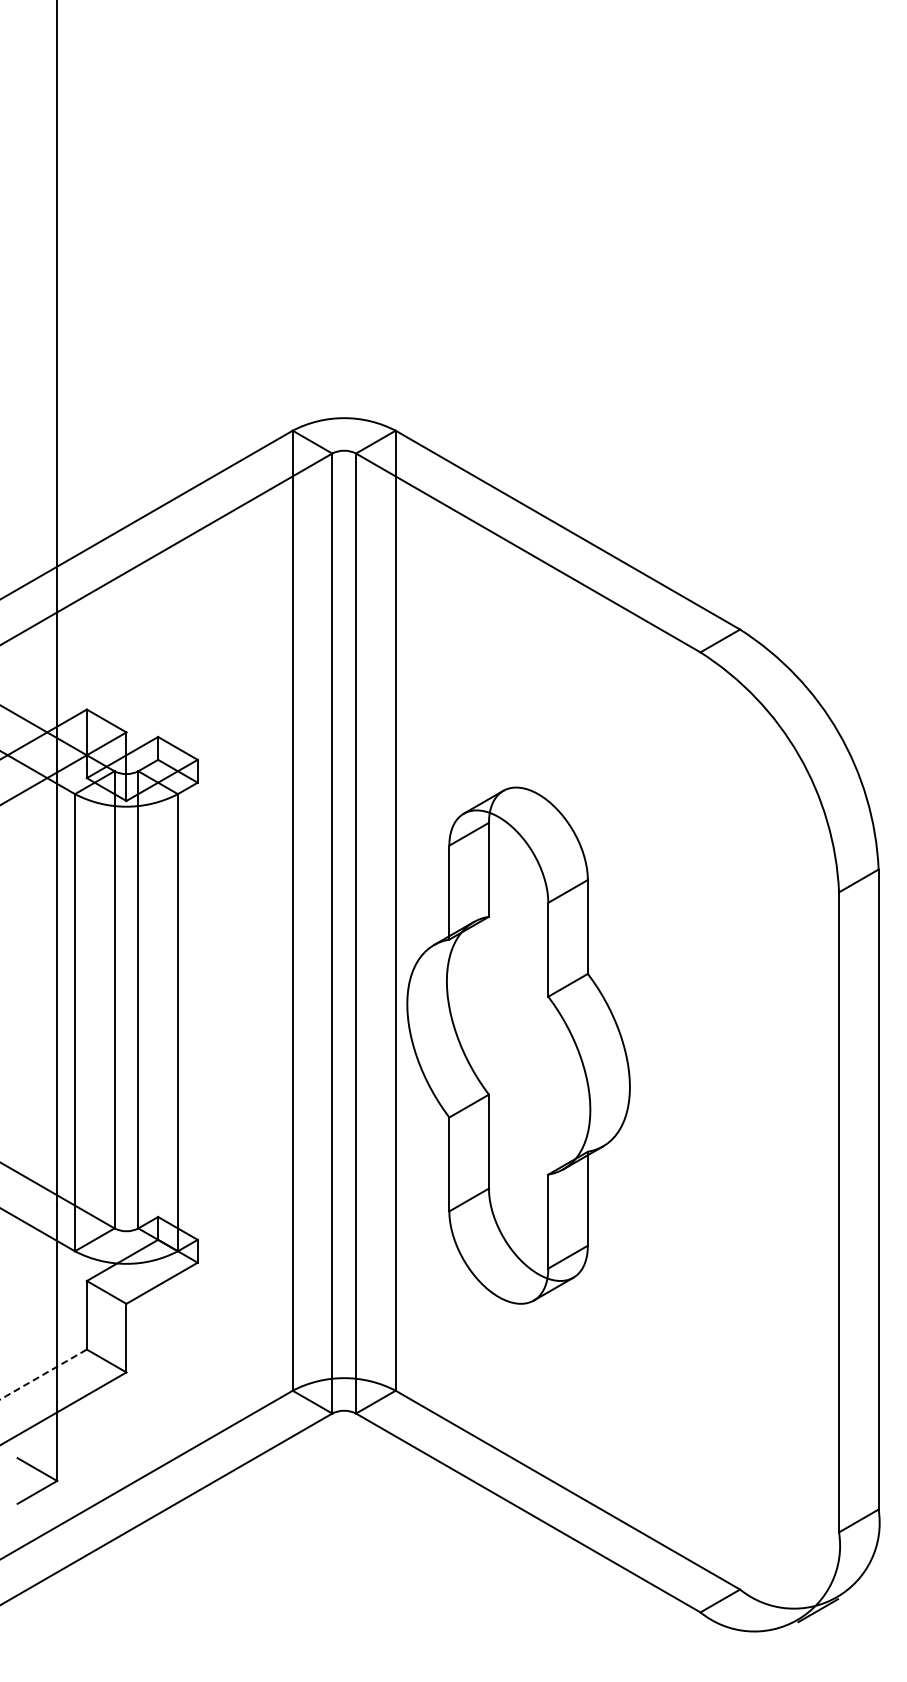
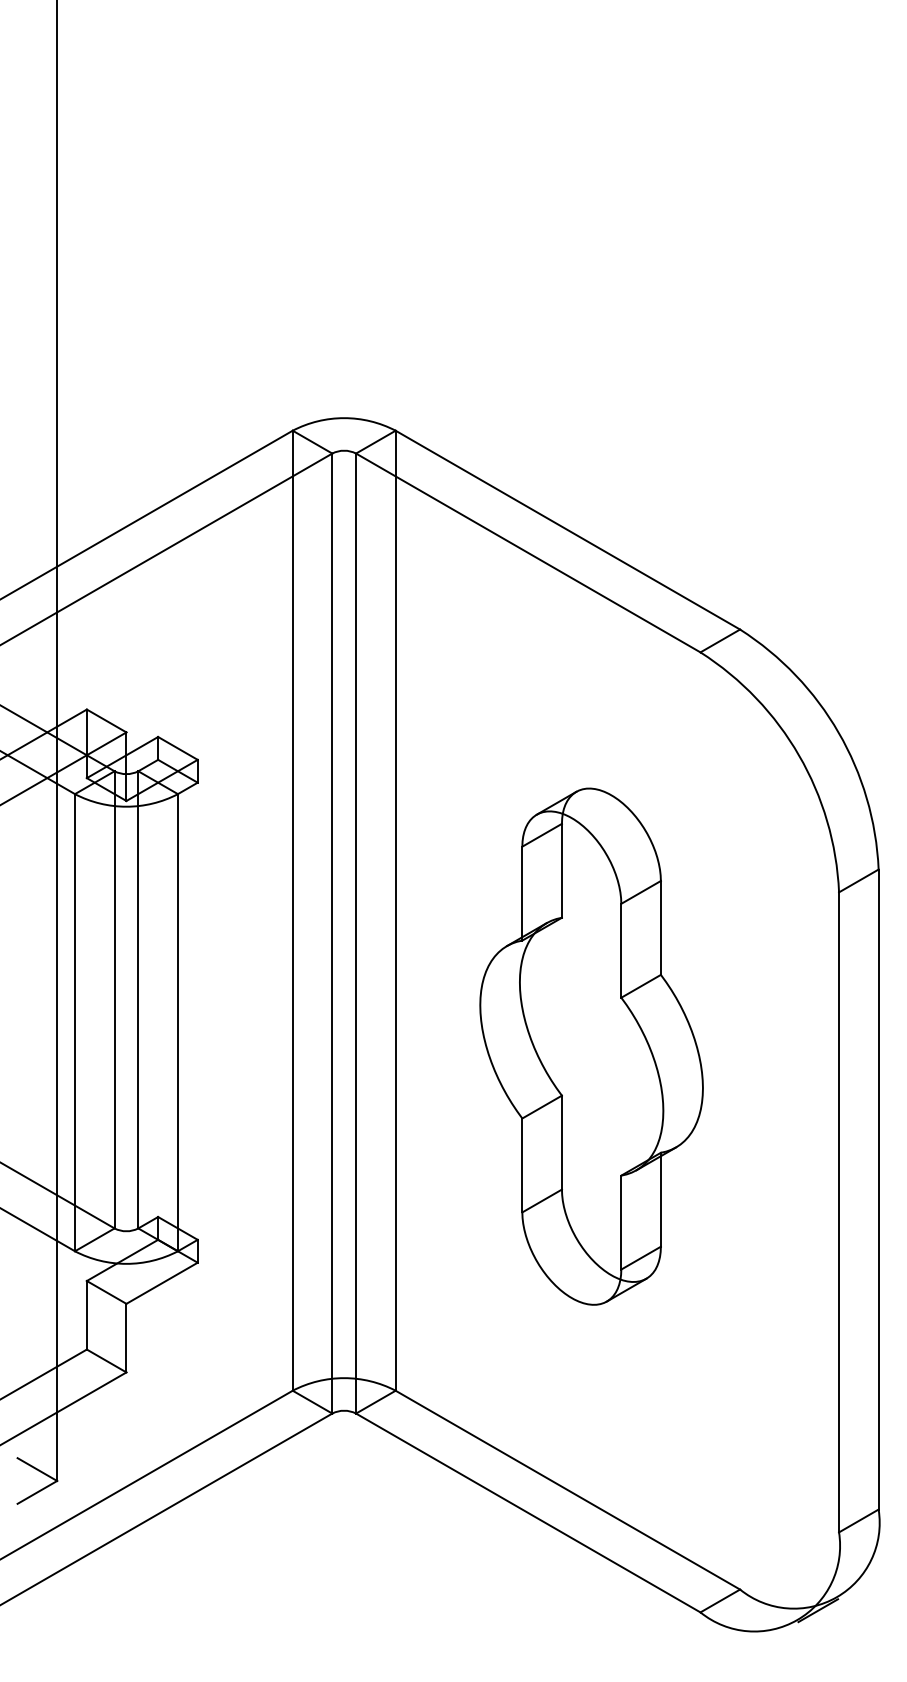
part at (518, 1045) position: (518, 1045) -> (591, 1046)
line at (43, 1374): dashed -> solid
